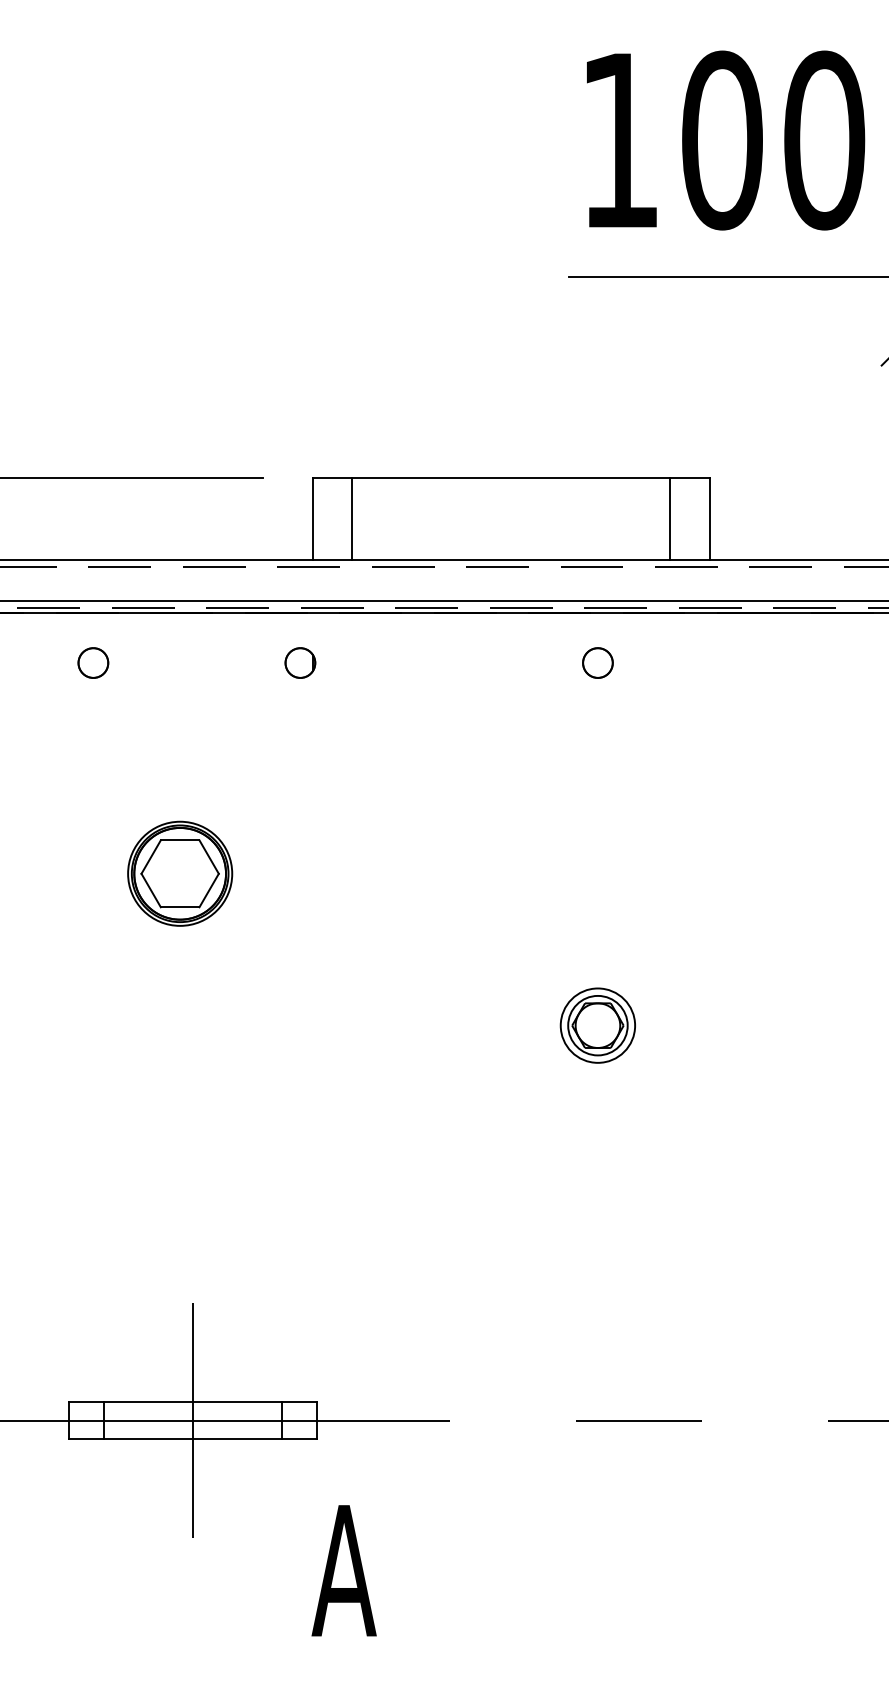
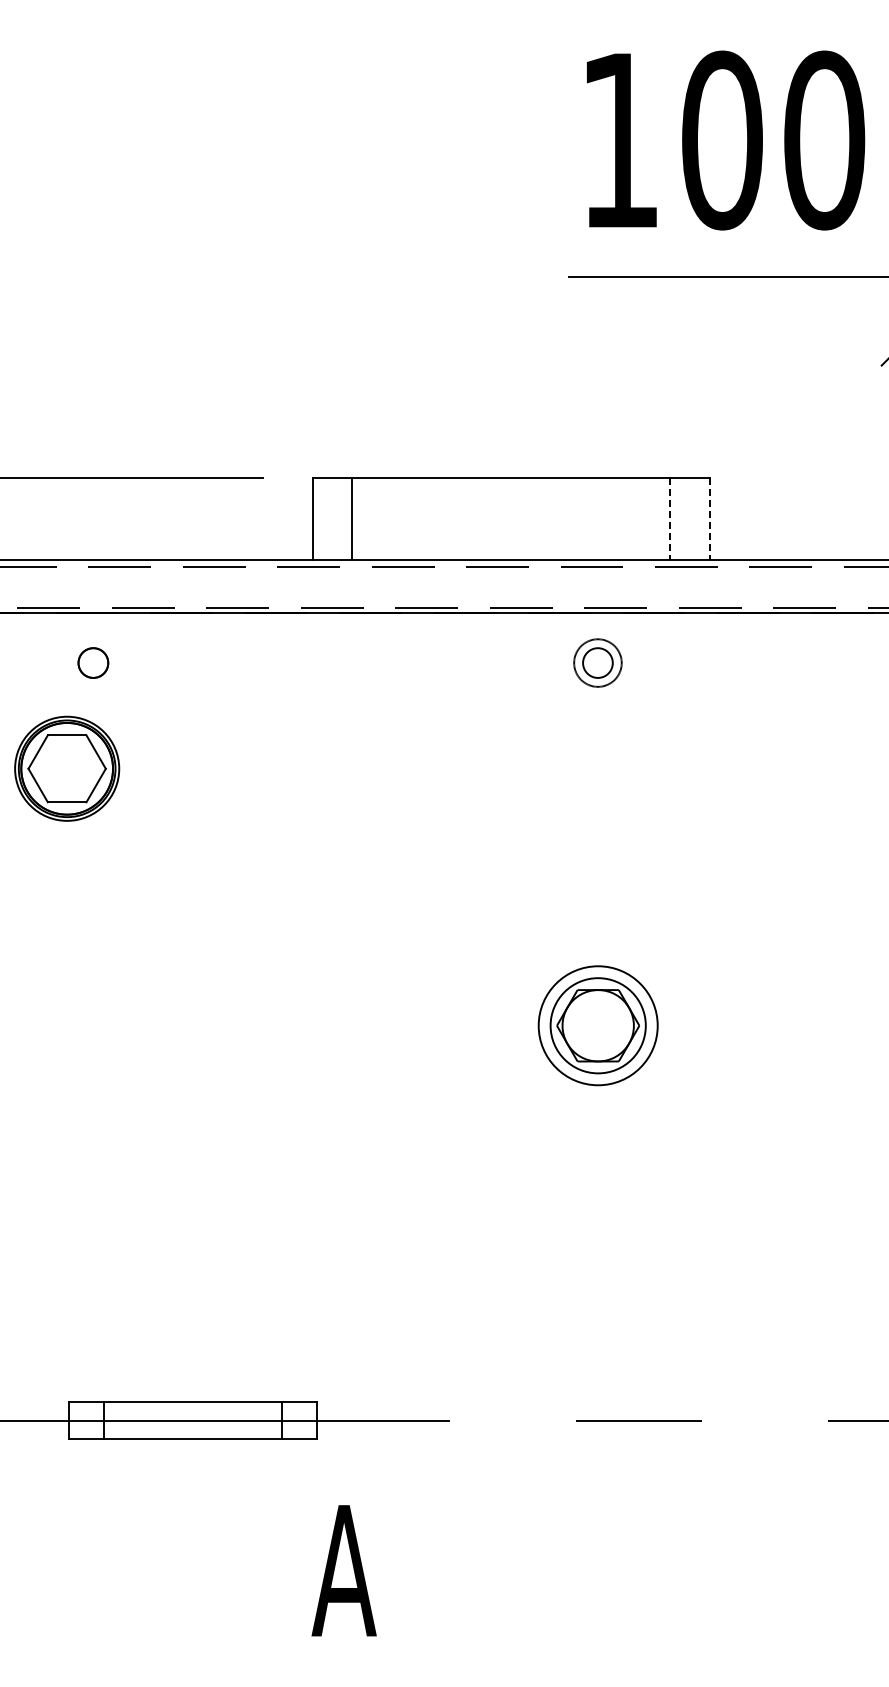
line at (669, 518): solid -> dashed
line at (709, 518): solid -> dashed
line at (443, 601): present -> none
part at (300, 662): present -> none
circle at (597, 662) diameter: 30 px -> 48 px
part at (180, 873) position: (180, 873) -> (67, 768)
part at (597, 1025) size: 77x77 px -> 122x122 px
line at (192, 1420): present -> none
